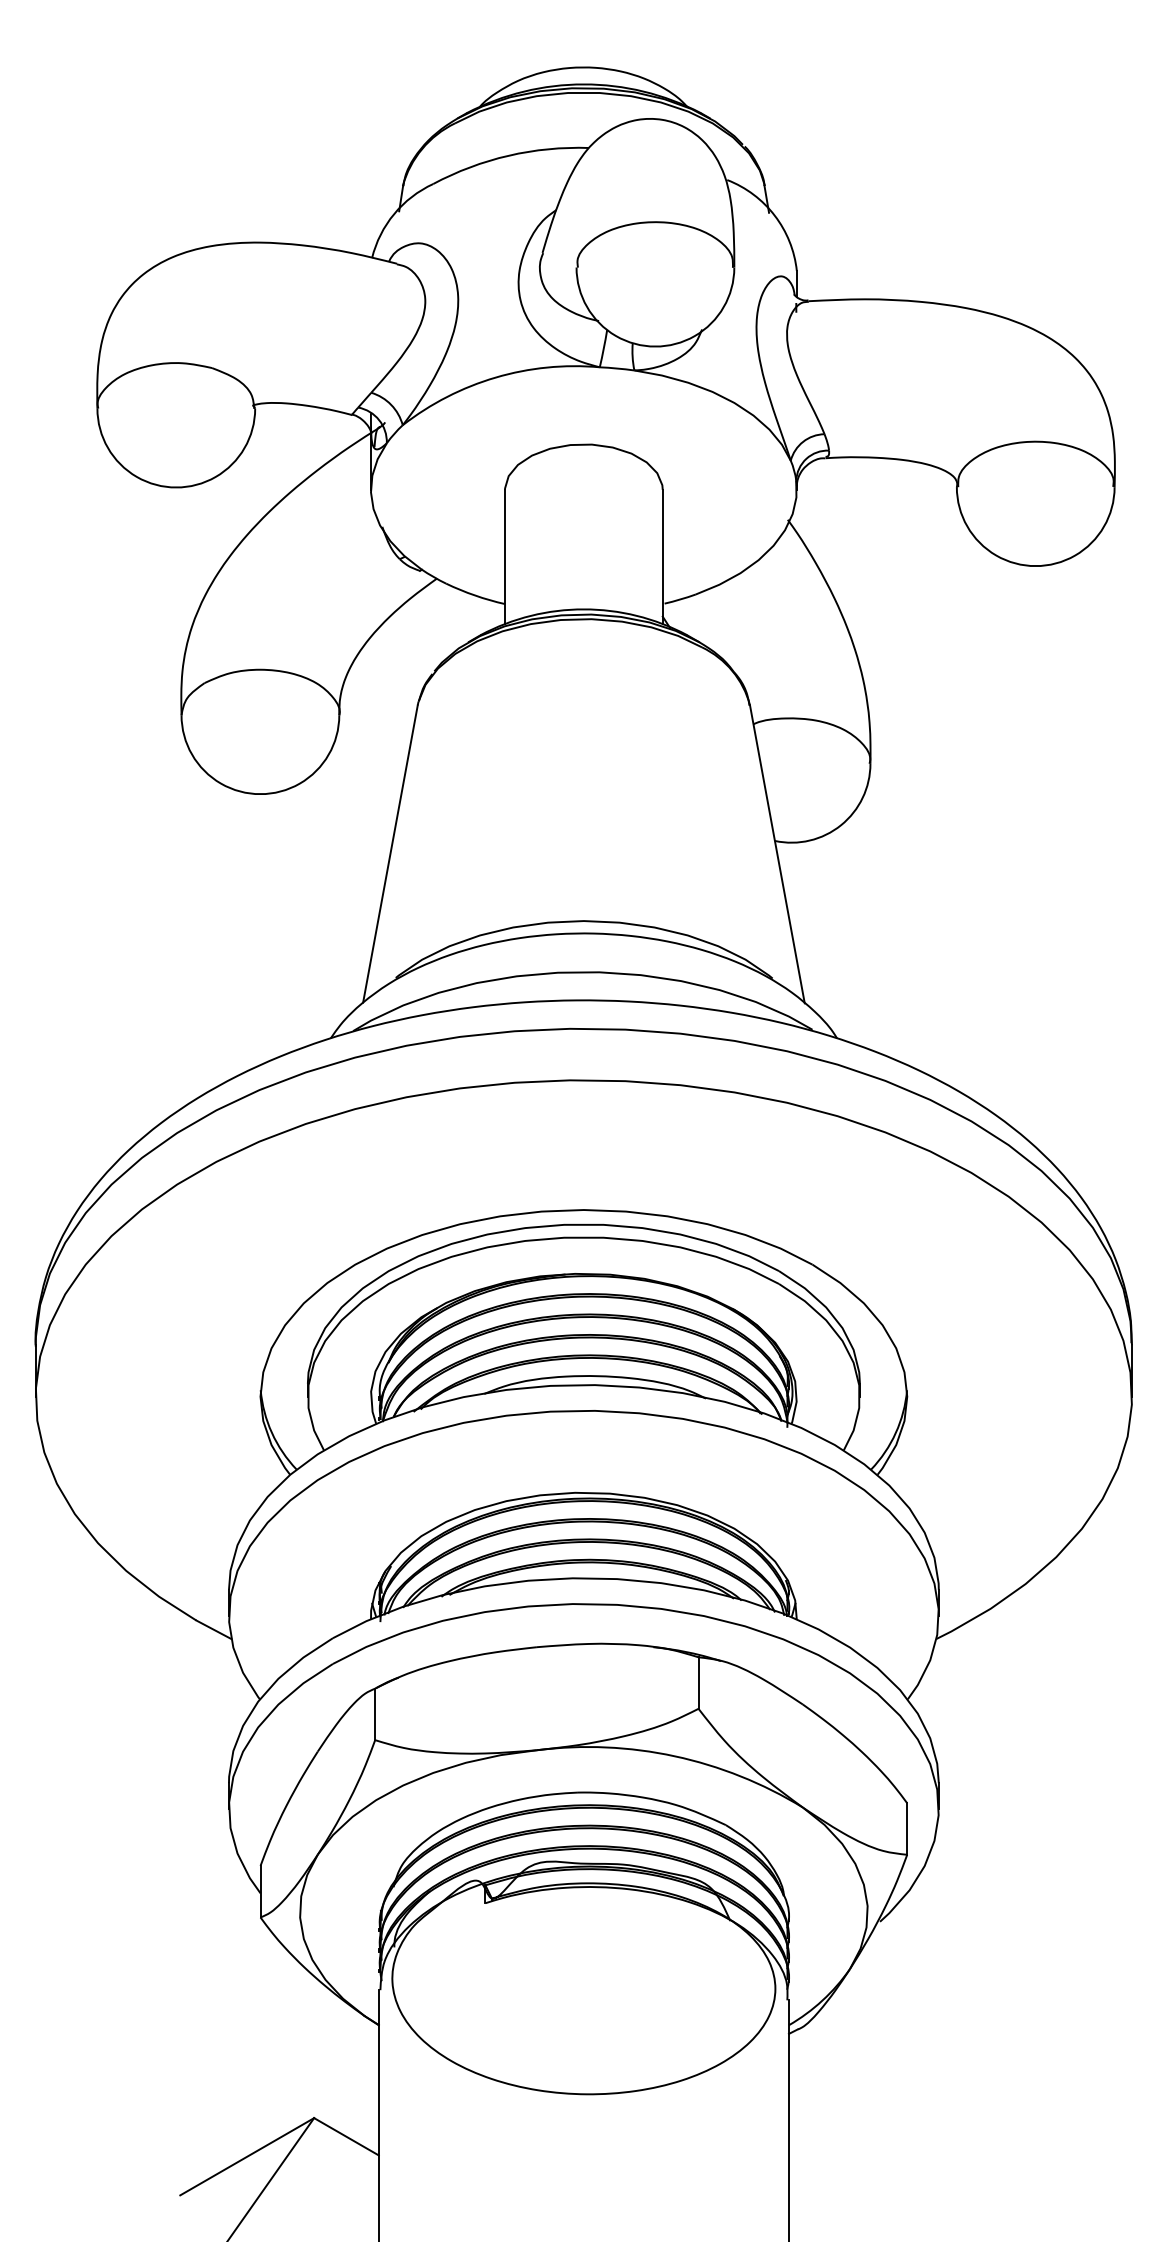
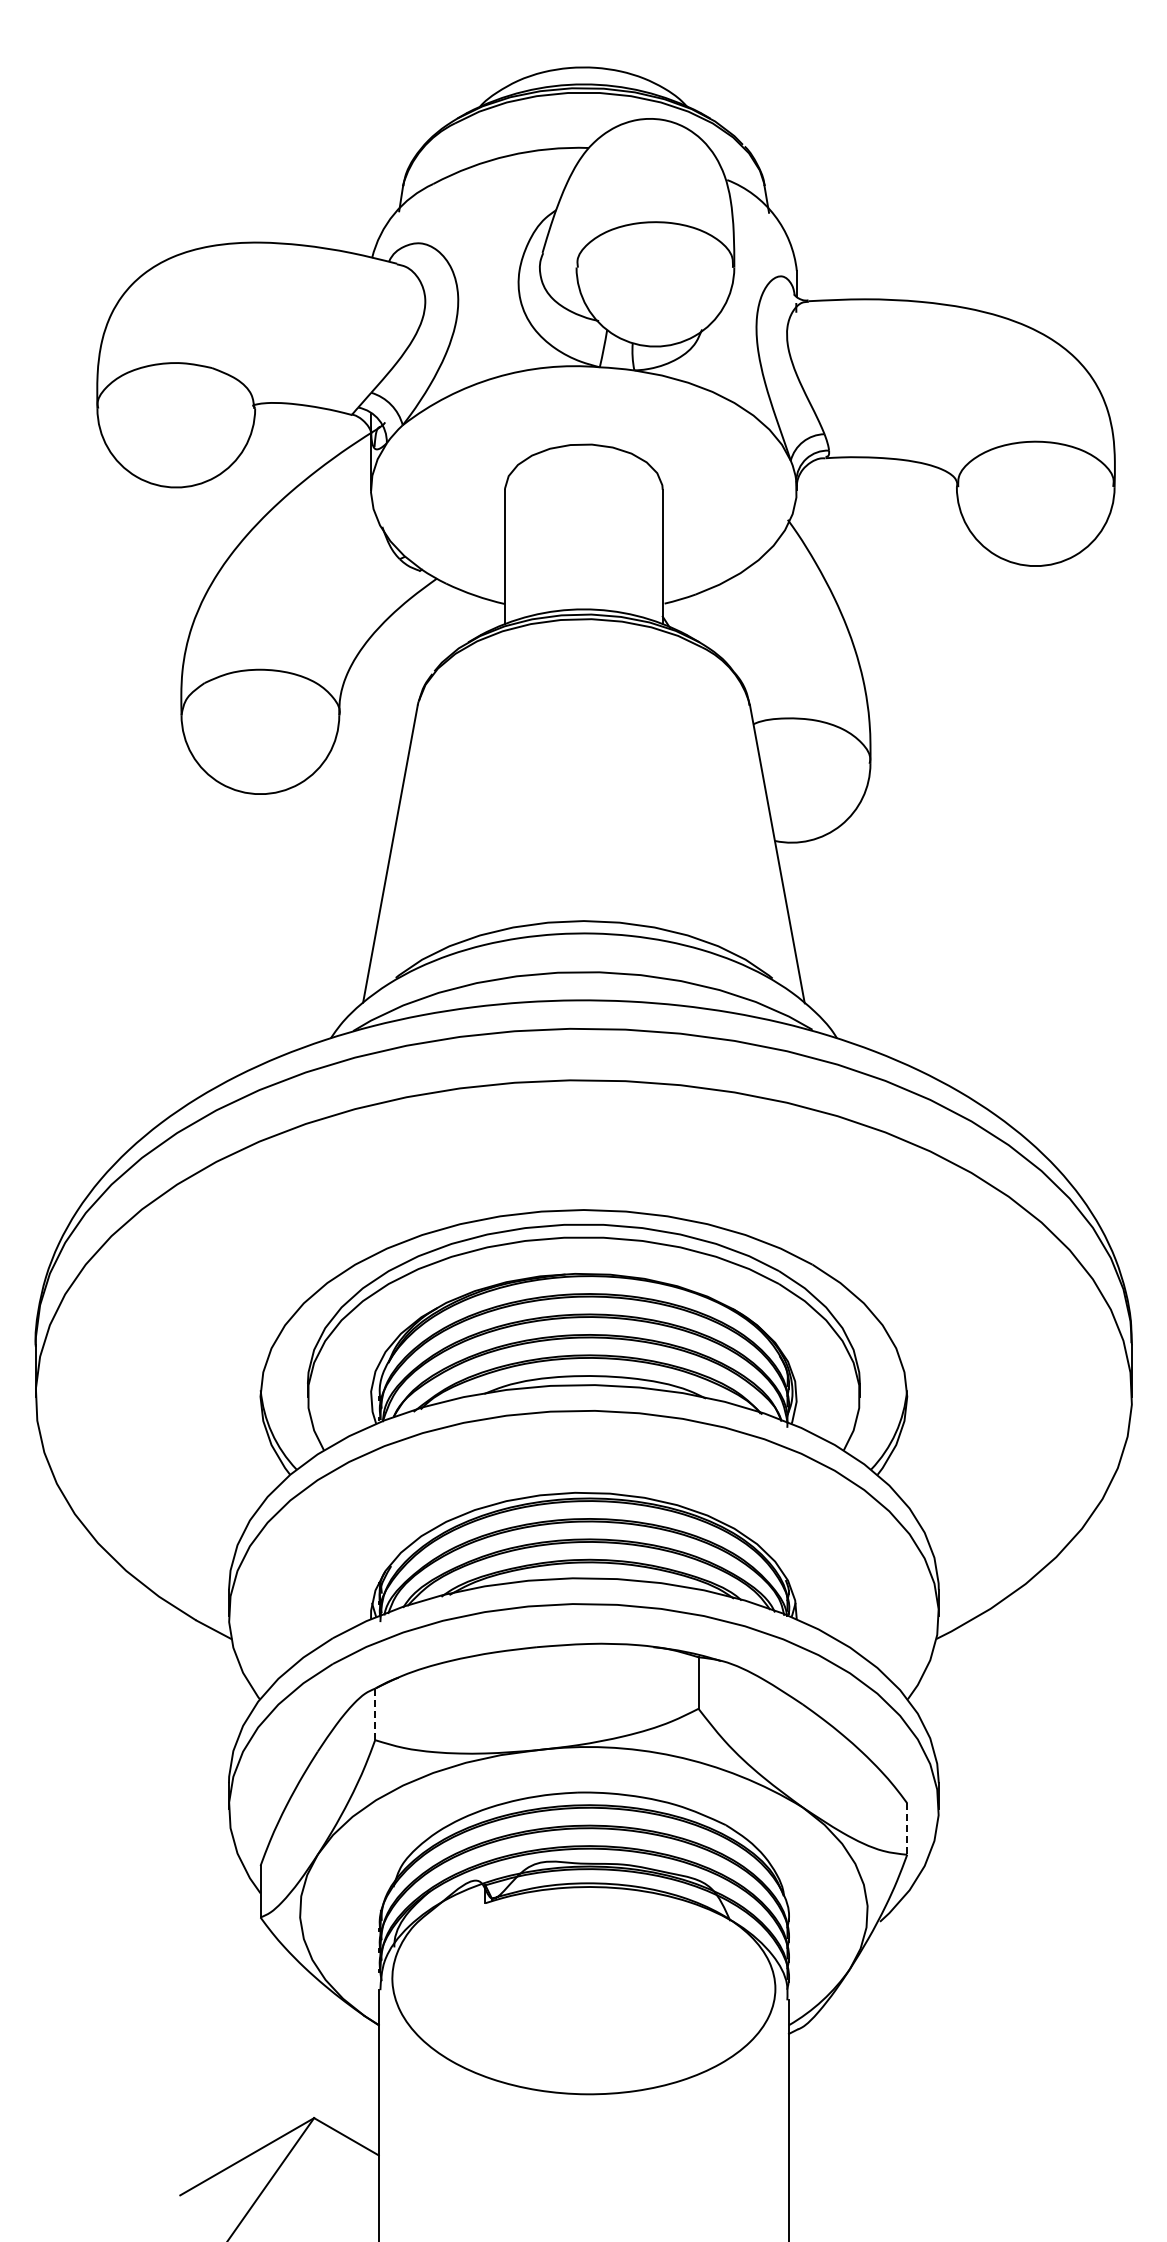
line at (375, 1714): solid -> dashed
line at (907, 1829): solid -> dashed
